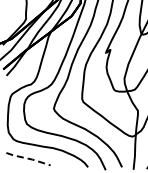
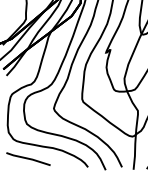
line at (28, 158): dashed -> solid
